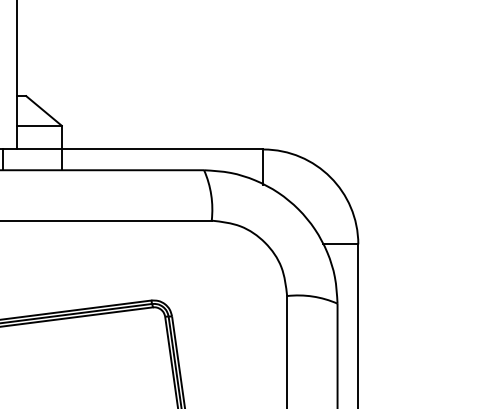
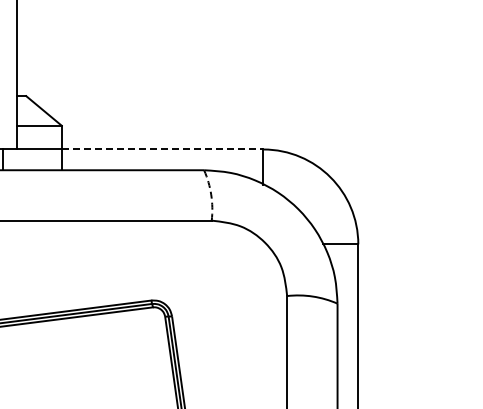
line at (162, 149): solid -> dashed
arc at (211, 194): solid -> dashed
